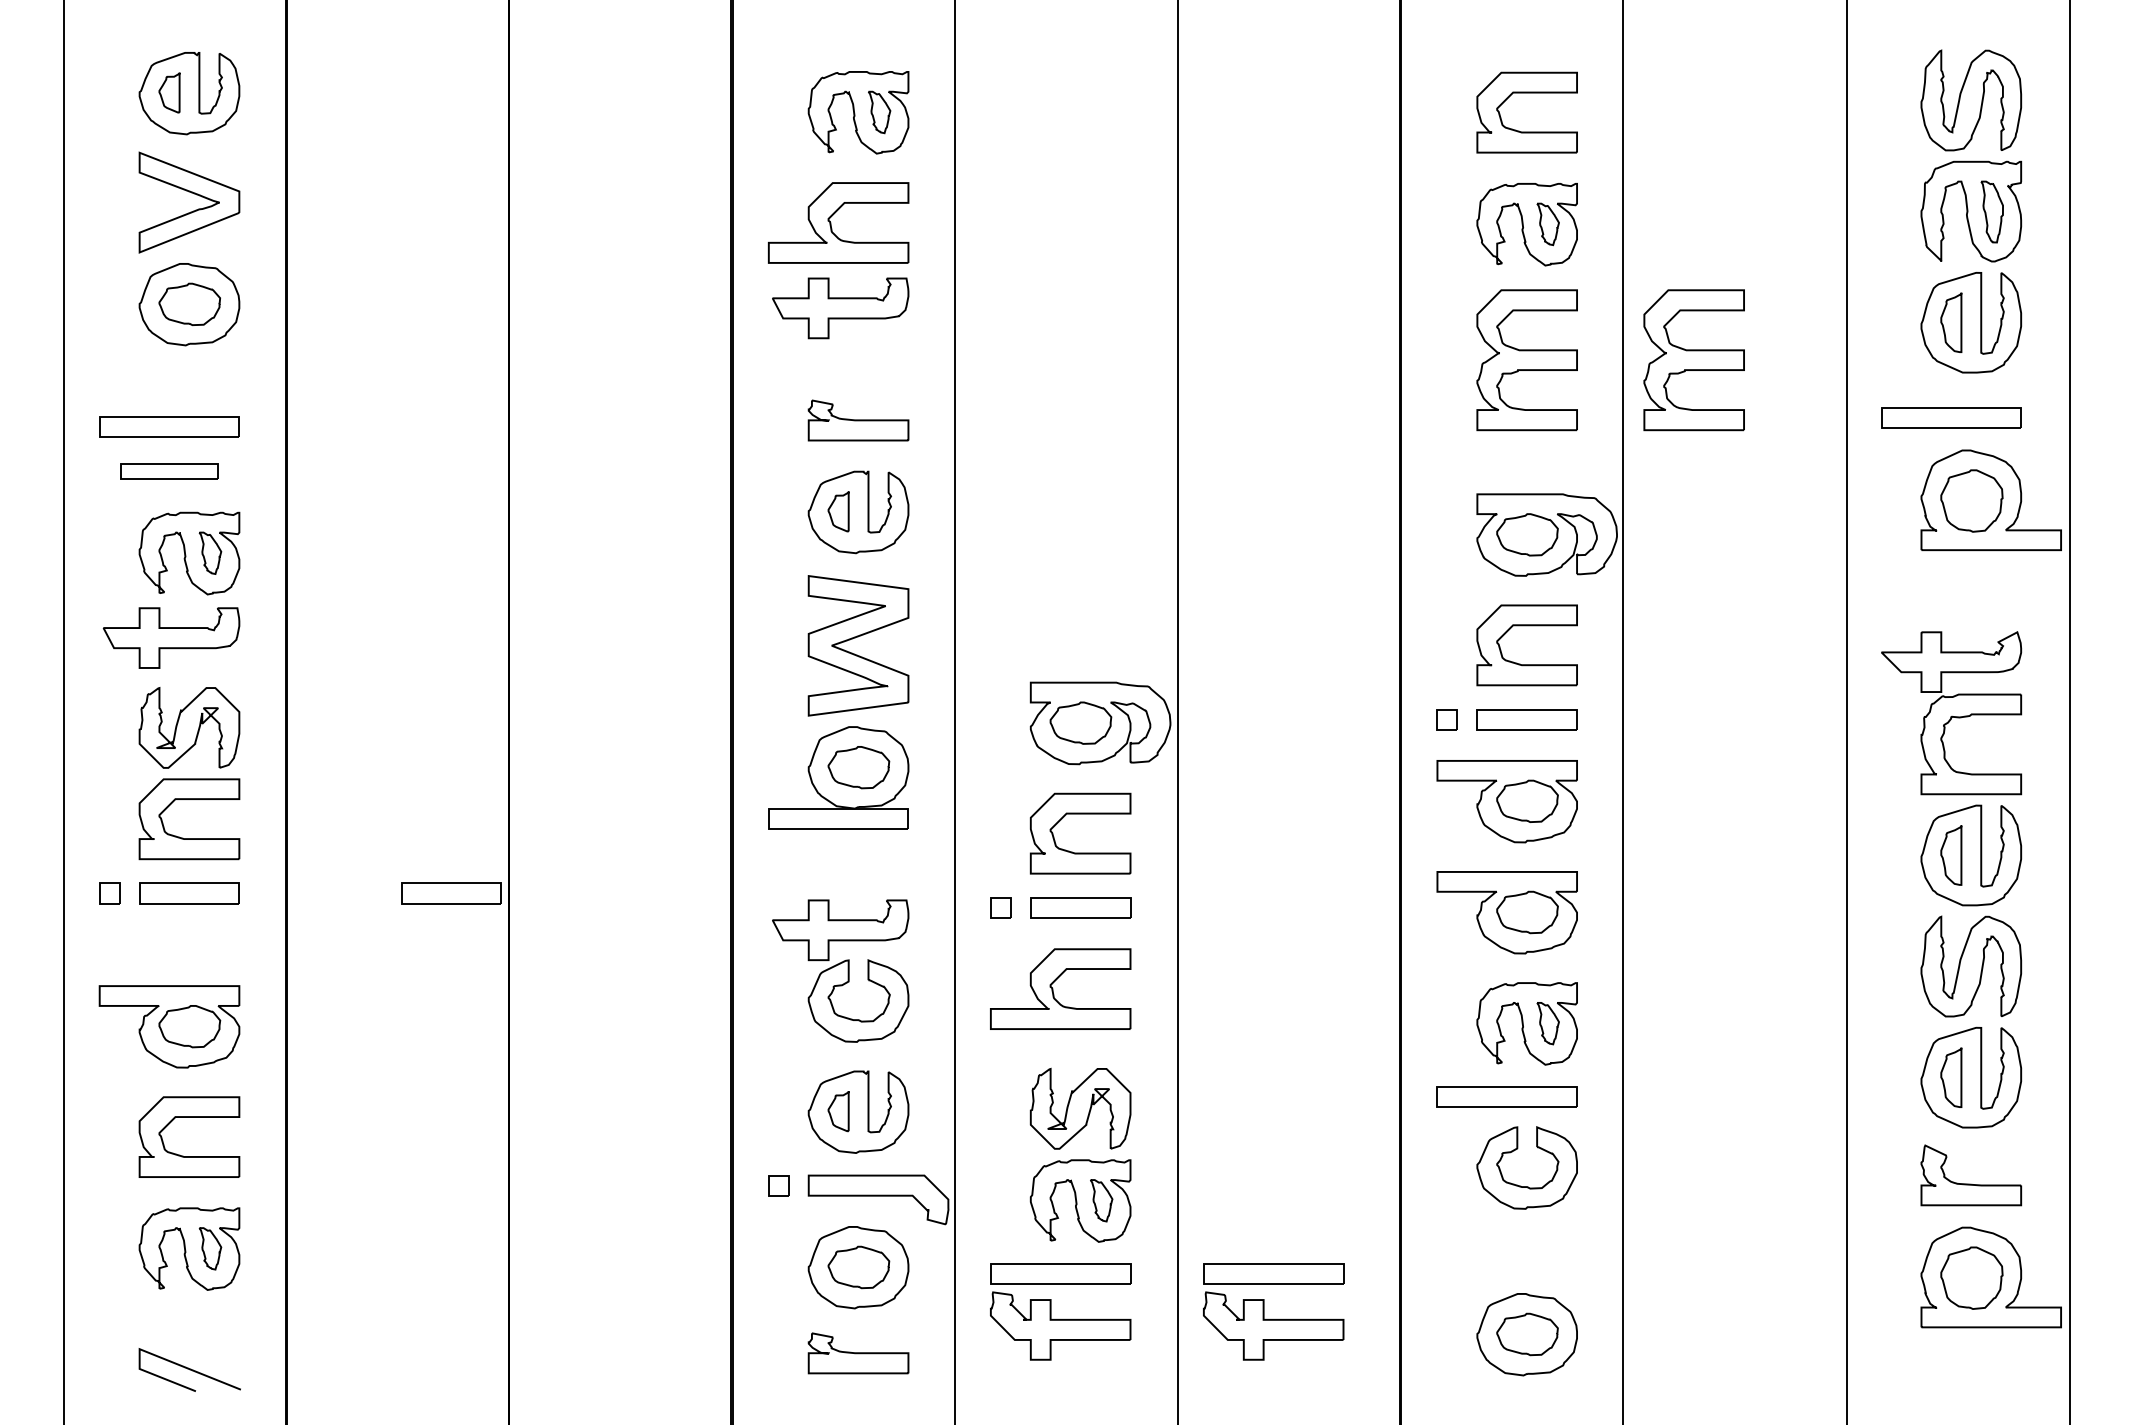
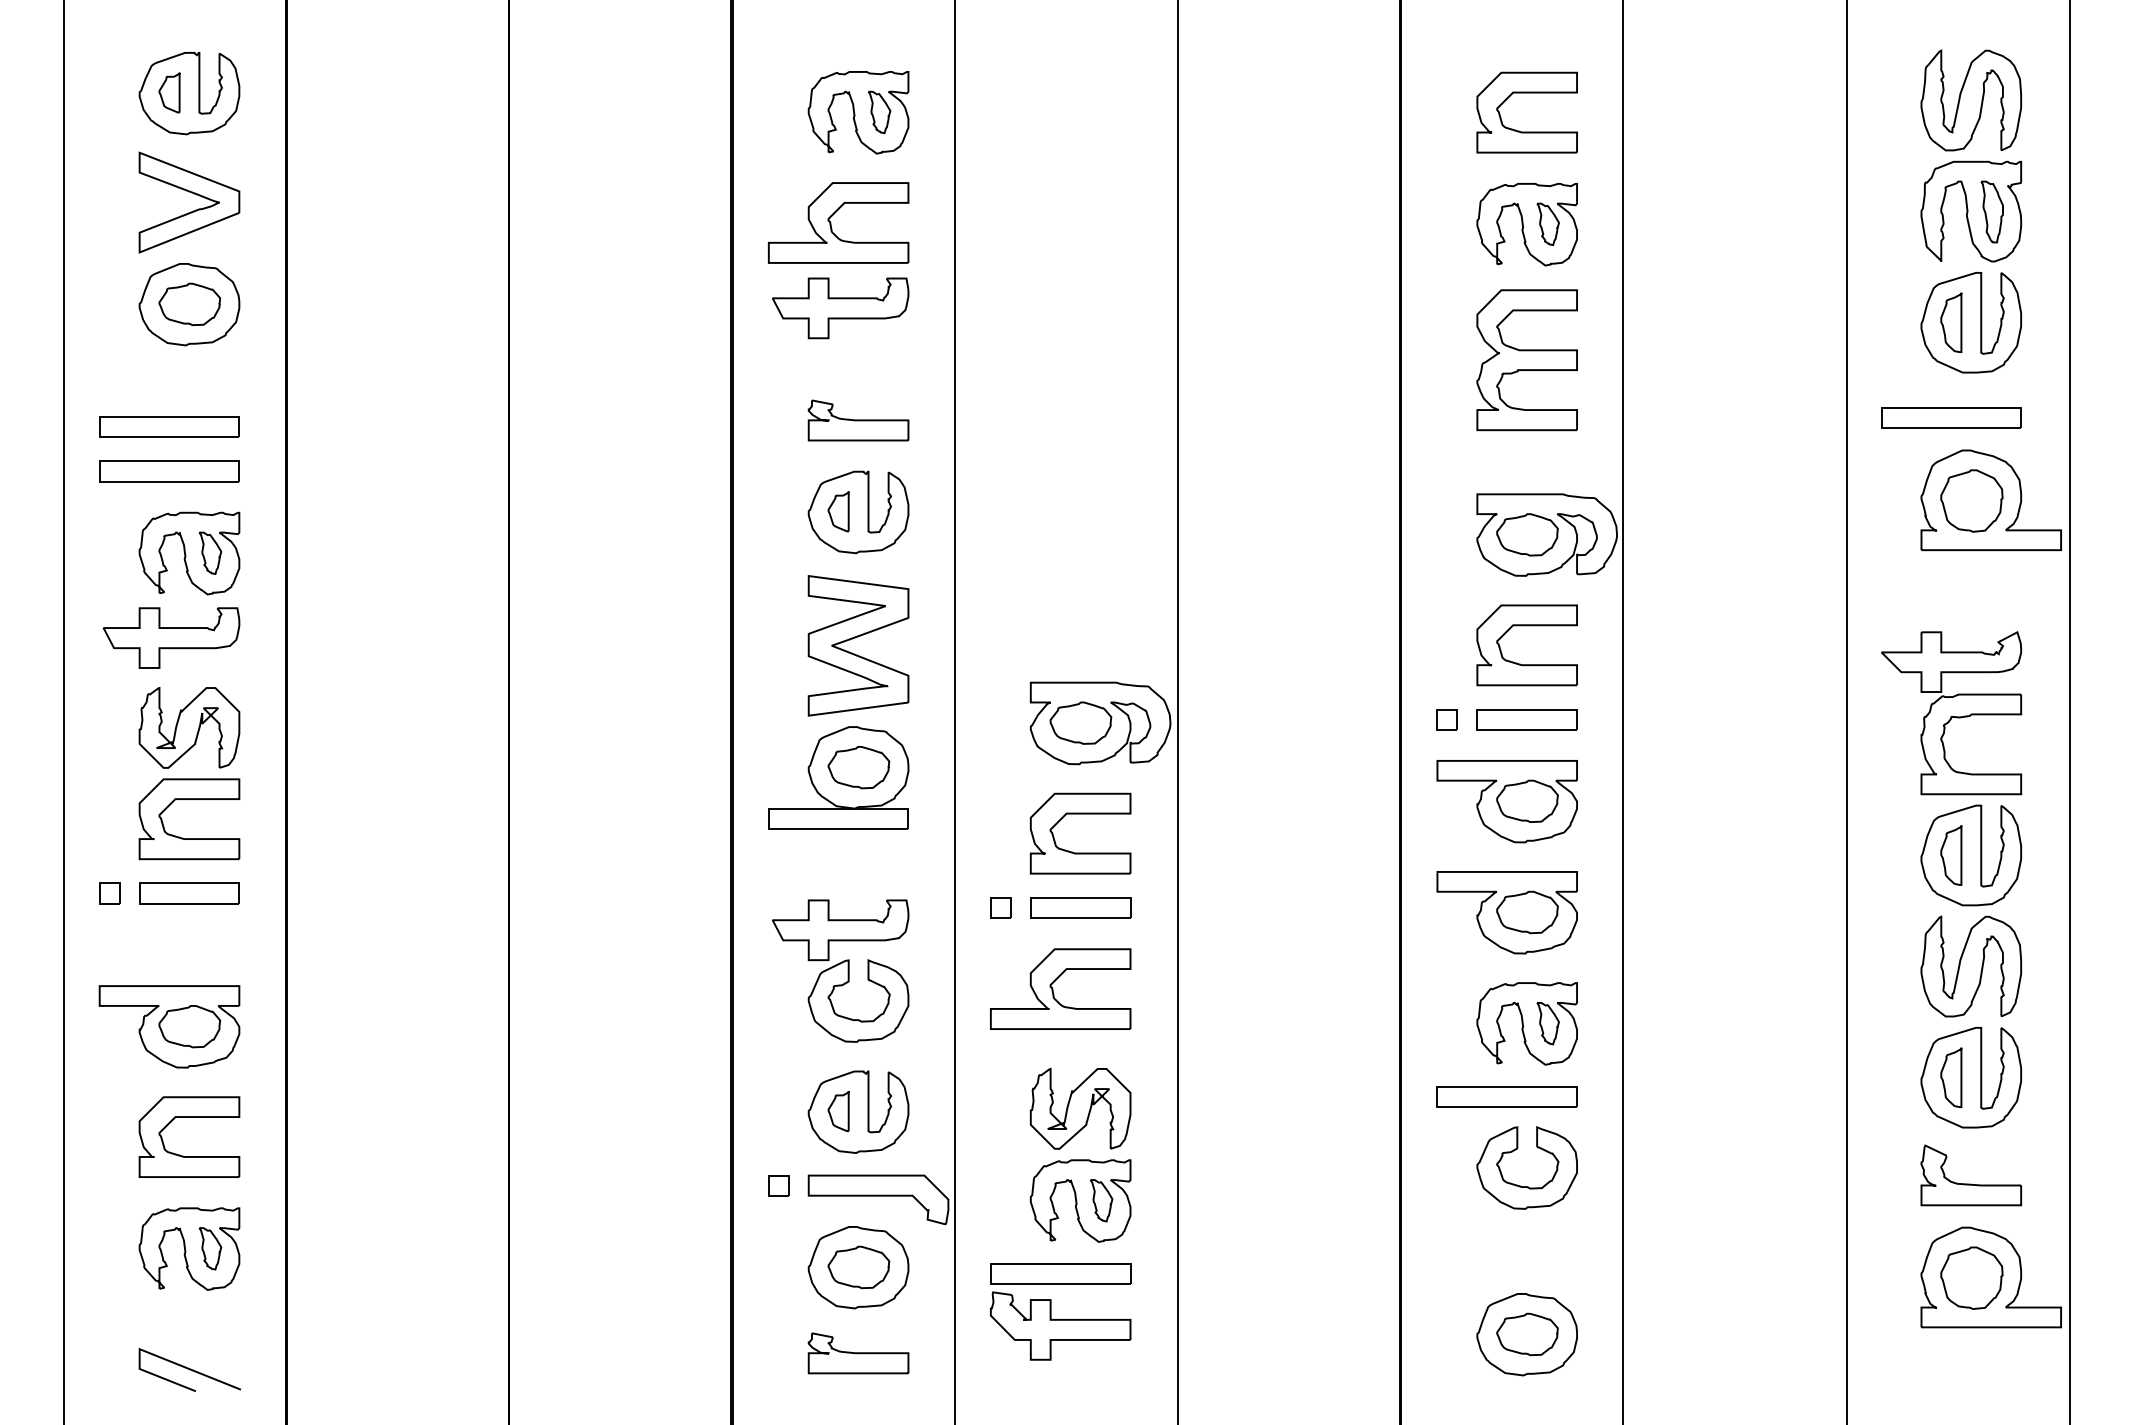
part at (1693, 360): present -> none
part at (169, 471) size: 99x17 px -> 141x23 px
part at (451, 893): present -> none
part at (1273, 1319): present -> none
